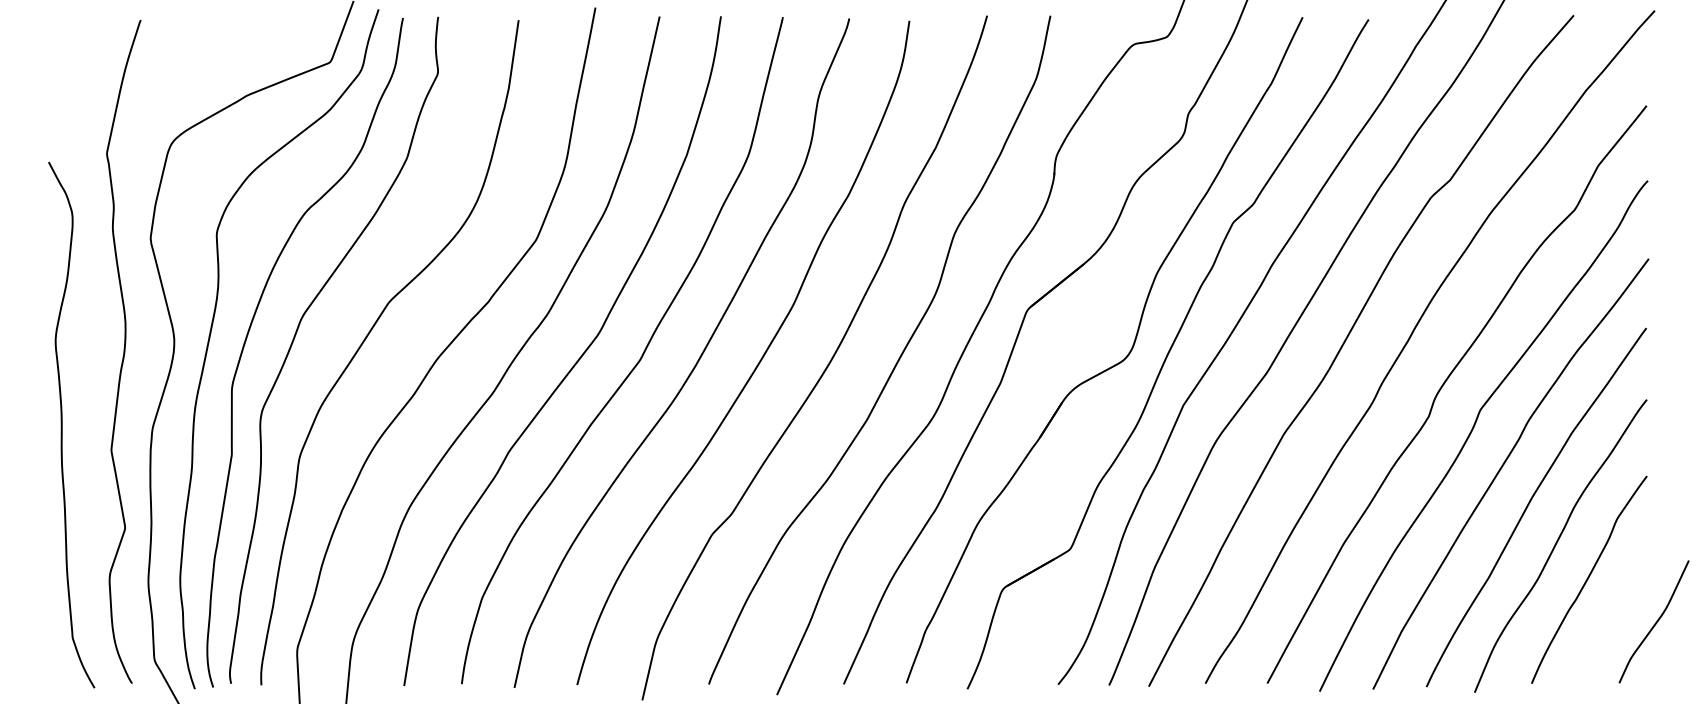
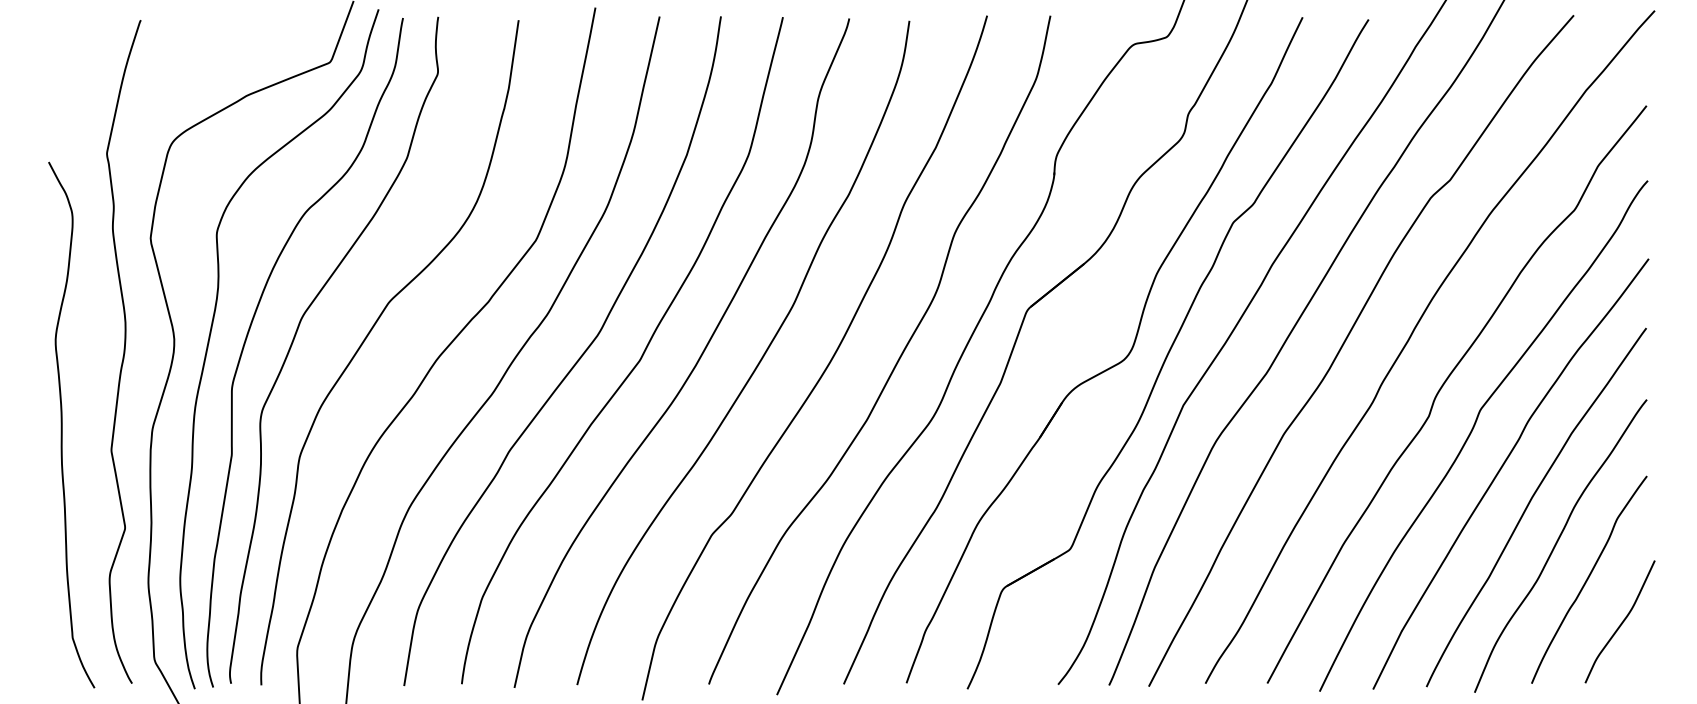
curve at (1655, 622) position: (1655, 622) -> (1621, 622)
